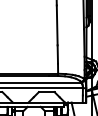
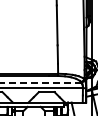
line at (40, 83): solid -> dashed
